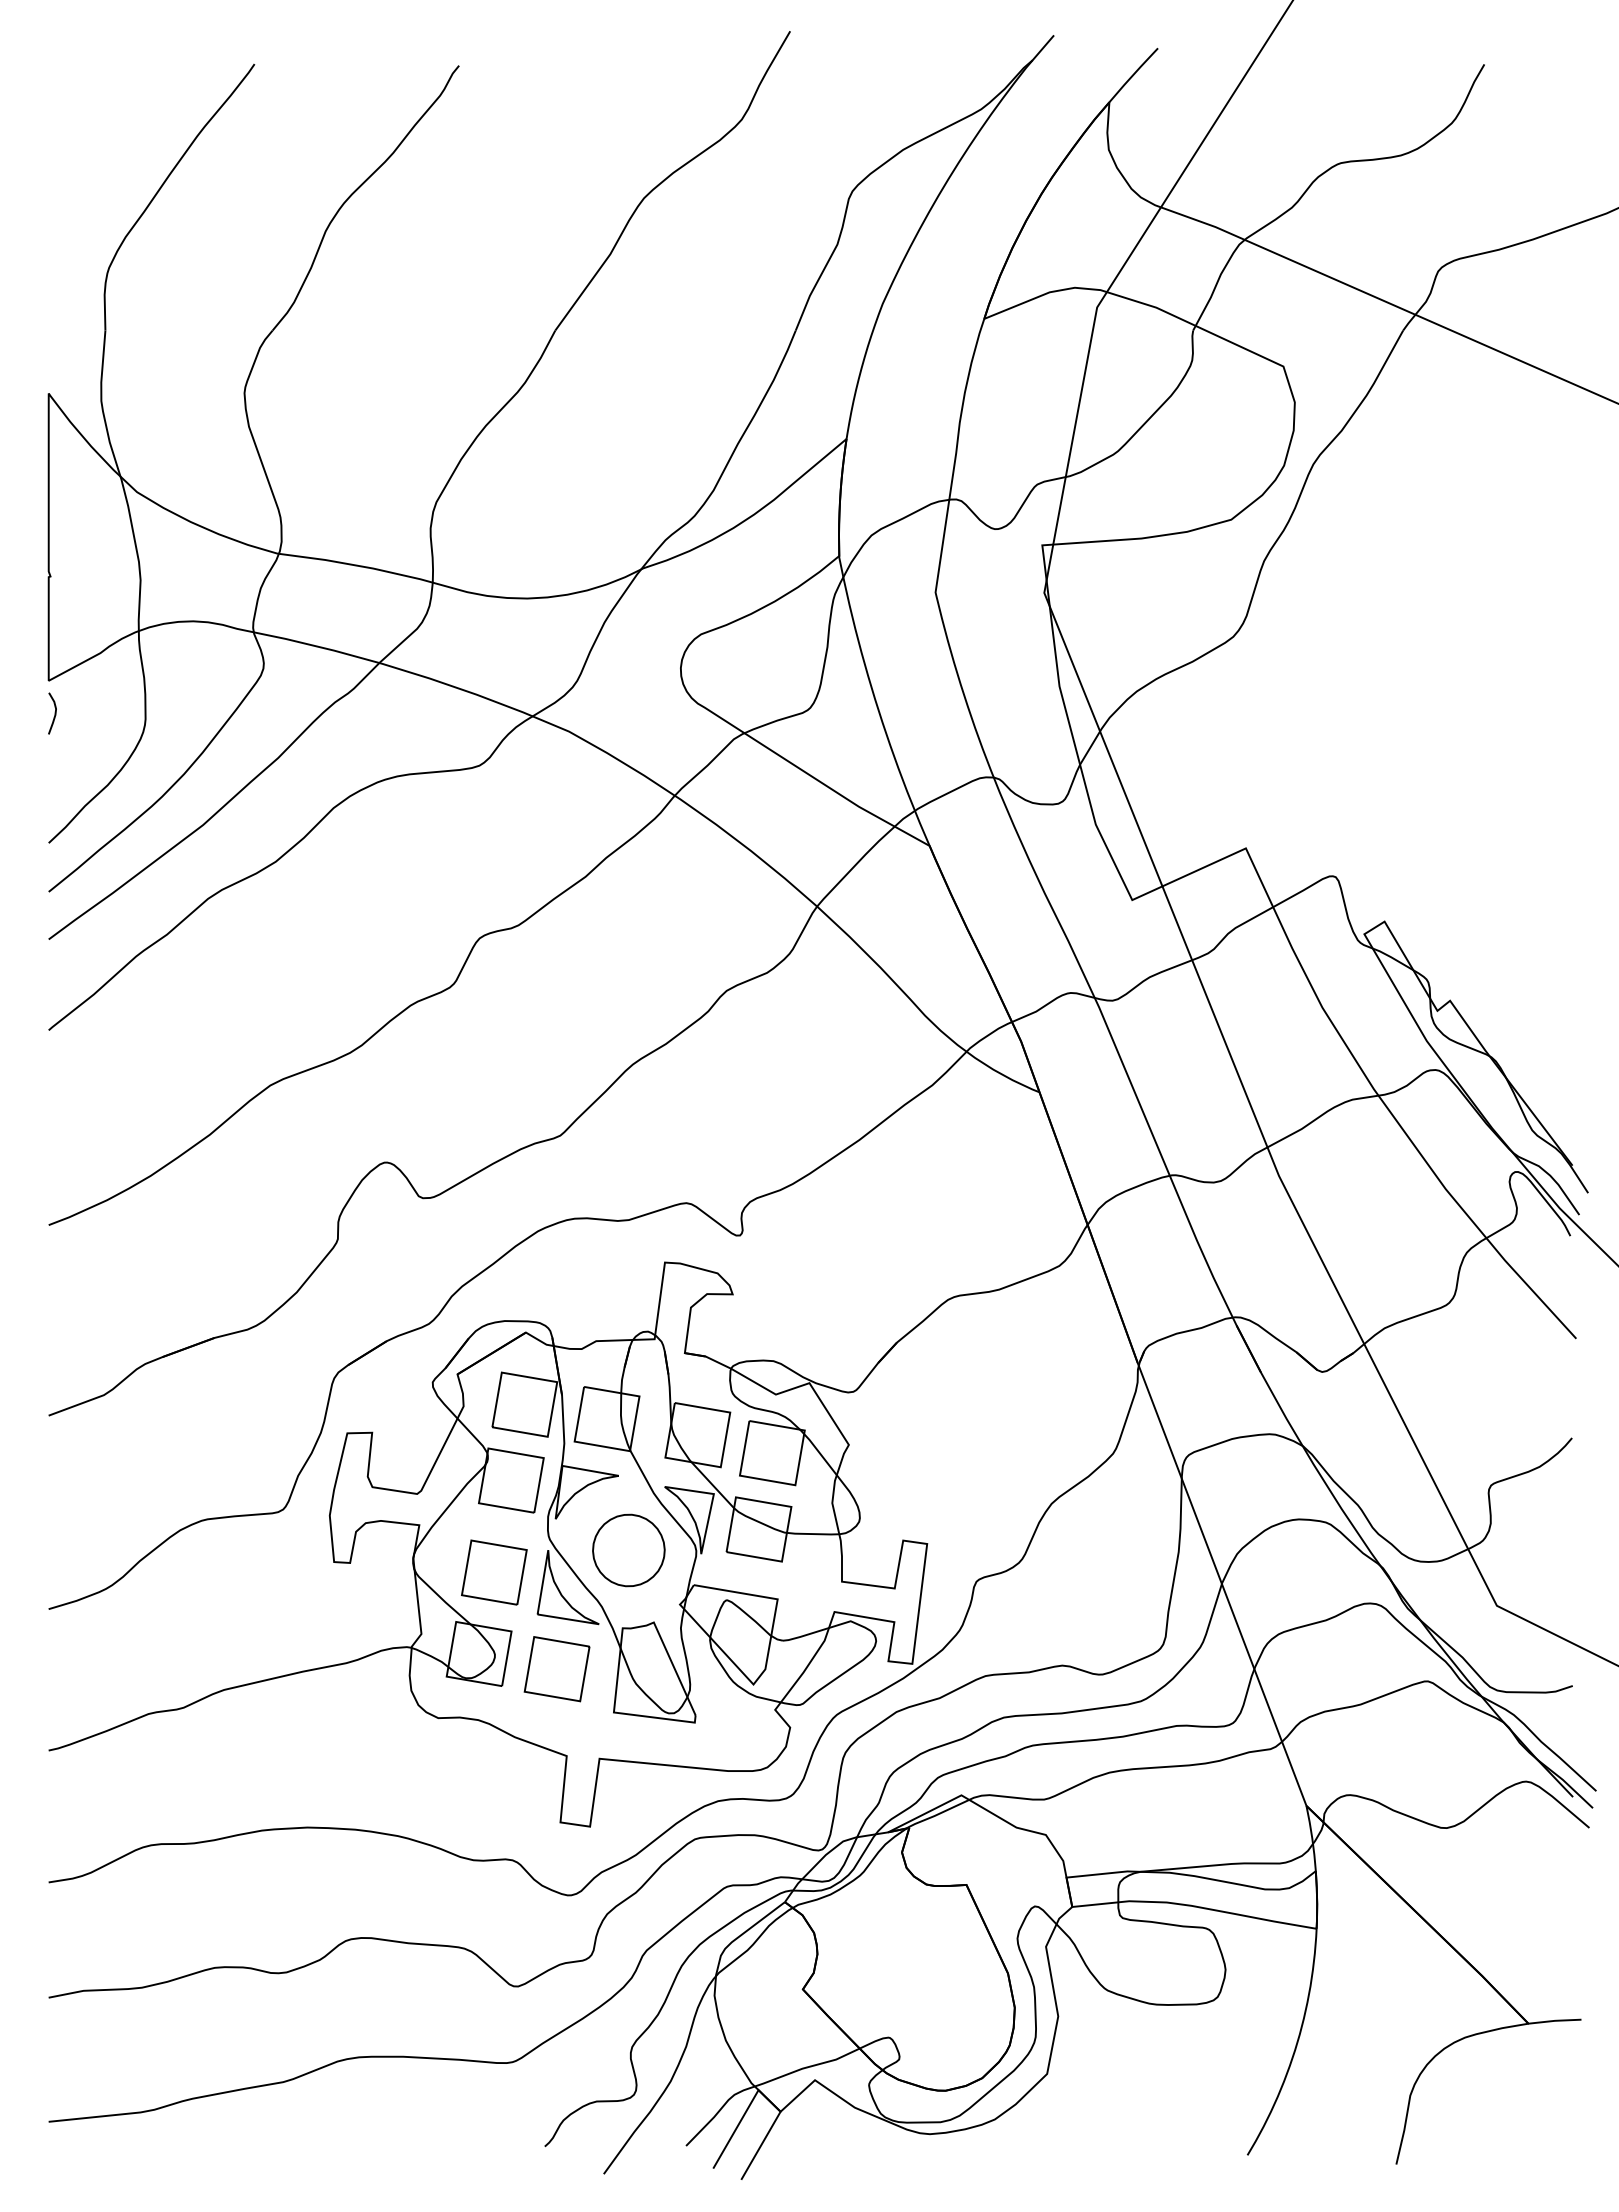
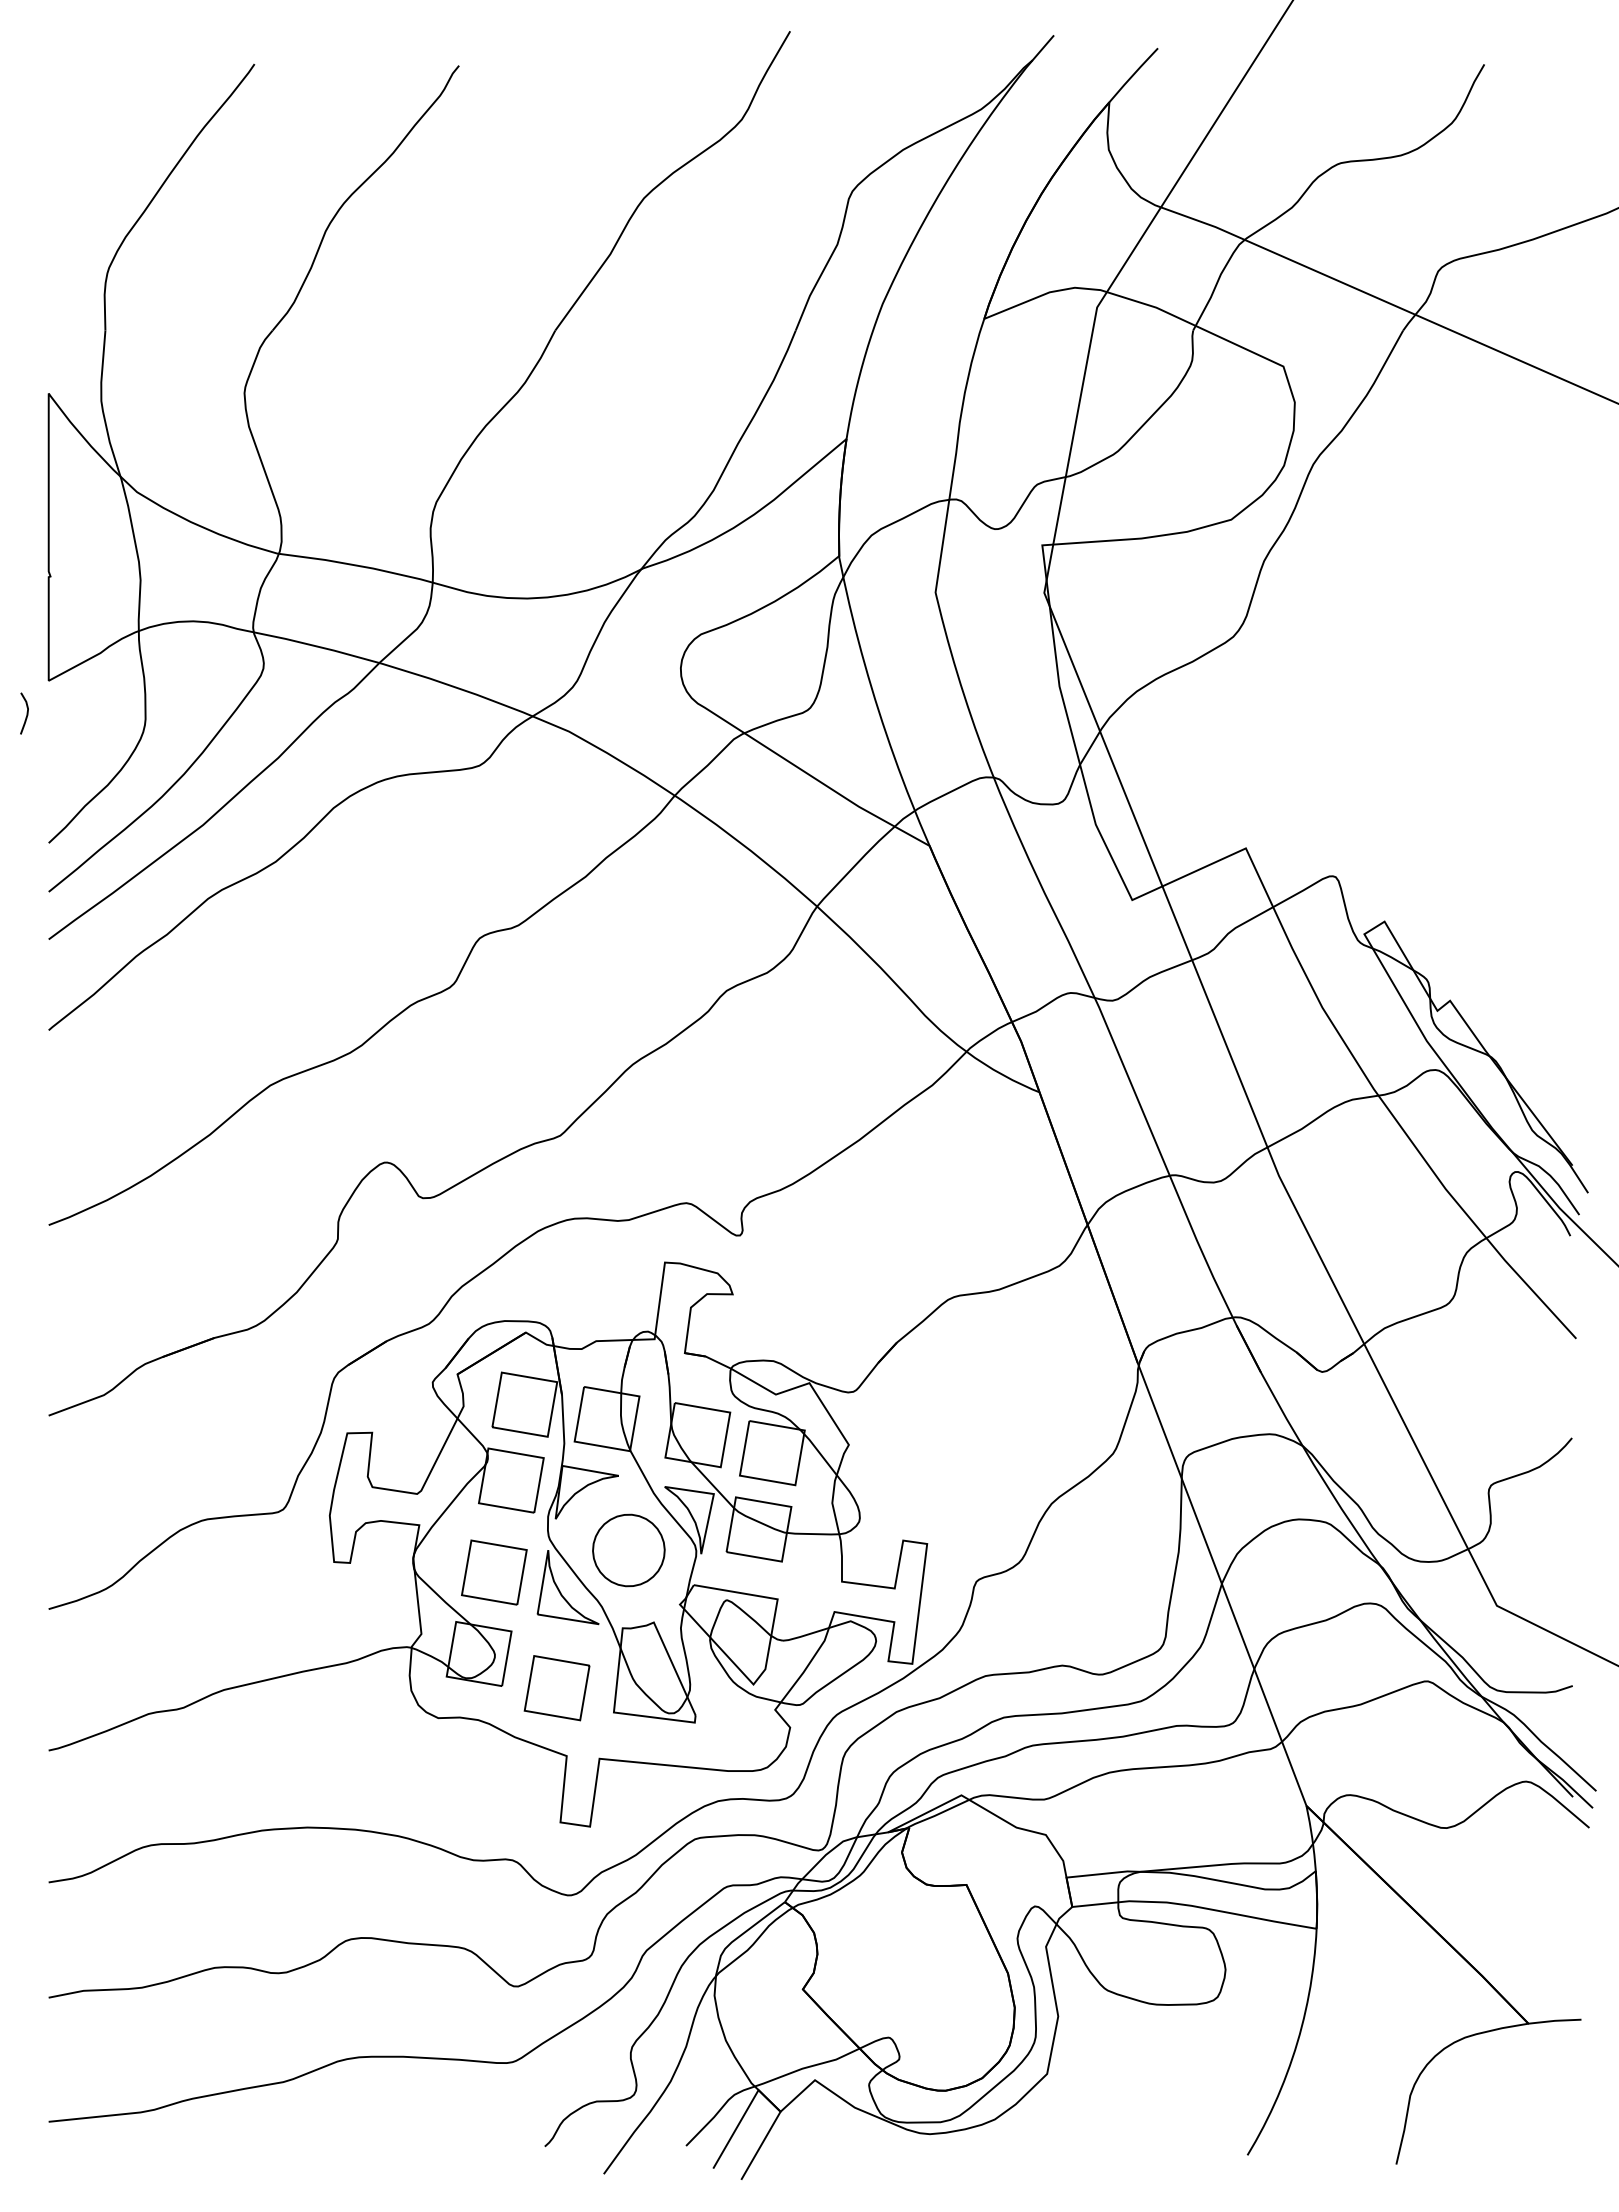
curve at (54, 713) position: (54, 713) -> (26, 713)
part at (556, 1669) position: (556, 1669) -> (556, 1688)
